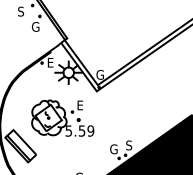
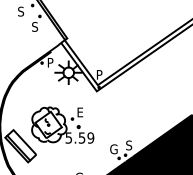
text at (35, 26): G -> S
text at (51, 62): E -> P
text at (99, 74): G -> P
part at (62, 117) position: (62, 117) -> (62, 124)
